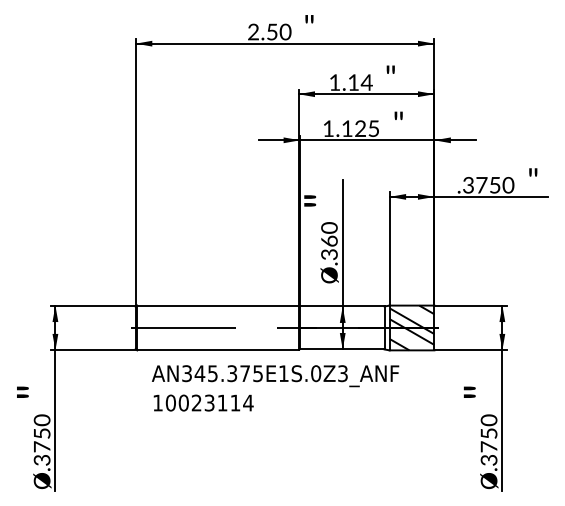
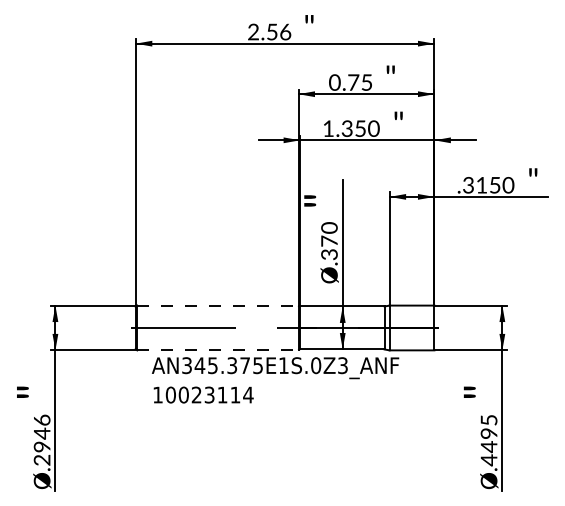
text at (285, 31): 2.50 -> 2.56
text at (350, 82): 1.14 -> 0.75
text at (360, 128): 1.125 -> 1.350
text at (481, 185): .3750 -> .3150
text at (329, 240): .360 -> .370
line at (217, 305): solid -> dashed
hatch at (411, 327): present -> none
line at (217, 350): solid -> dashed
text at (275, 388) position: (275, 388) -> (275, 380)
text at (41, 439): .3750 -> .2946
text at (488, 440): .3750 -> .4495
